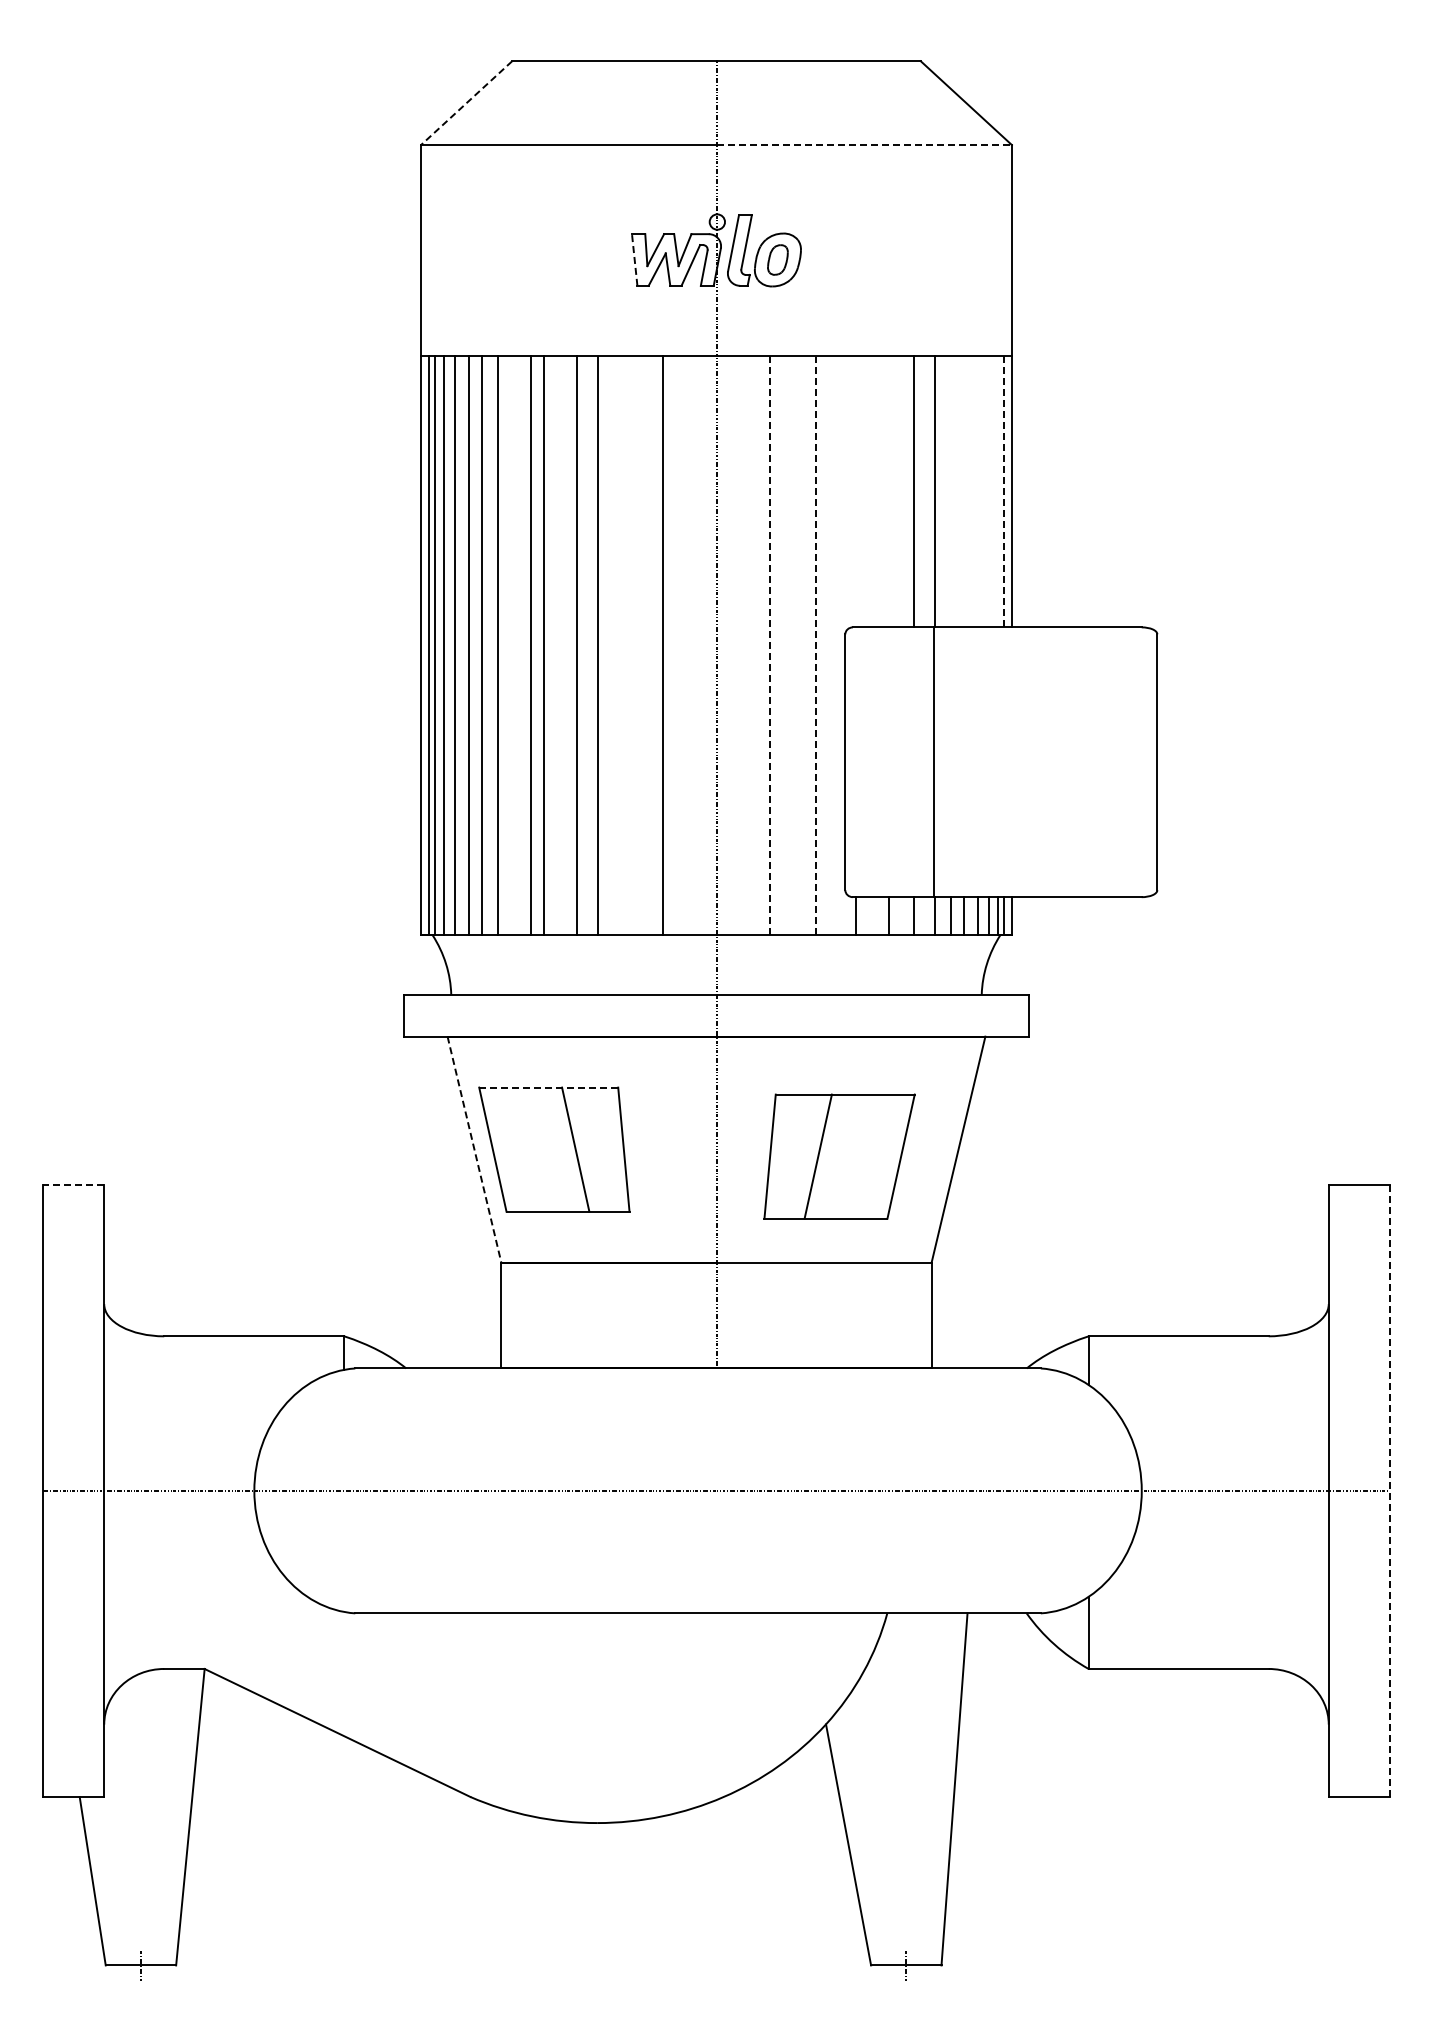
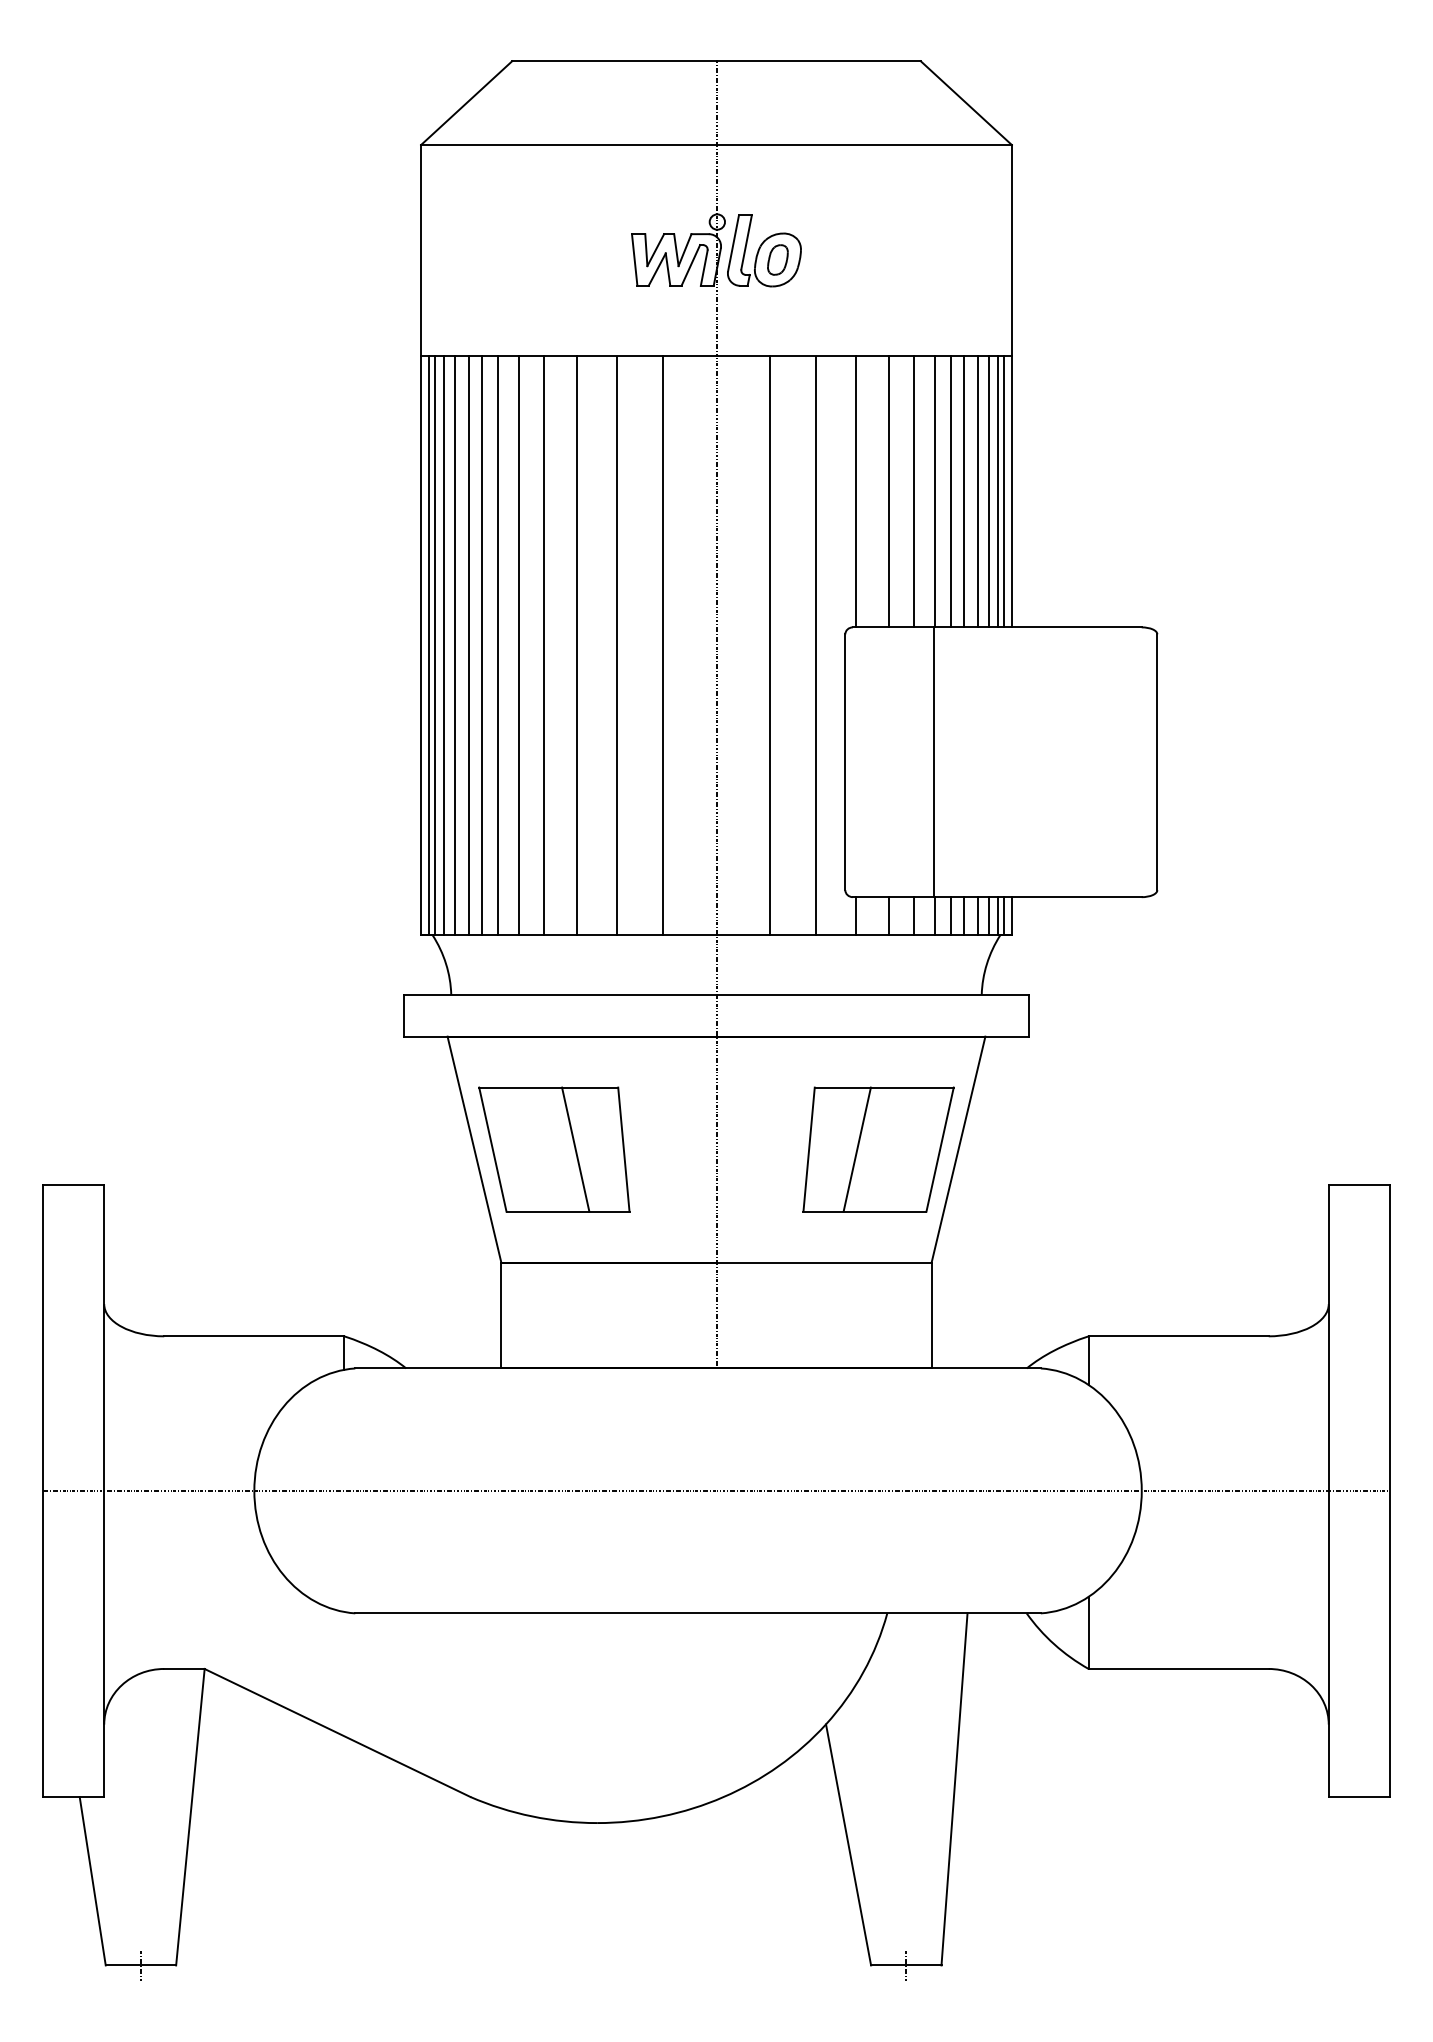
line at (466, 103): dashed -> solid
line at (864, 145): dashed -> solid
line at (634, 260): dashed -> solid
line at (856, 491): none -> present
line at (888, 491): none -> present
line at (951, 491): none -> present
line at (964, 491): none -> present
line at (978, 491): none -> present
line at (988, 491): none -> present
line at (998, 491): none -> present
line at (1004, 491): dashed -> solid
line at (530, 645) position: (530, 645) -> (518, 645)
line at (598, 645) position: (598, 645) -> (617, 645)
line at (770, 645): dashed -> solid
line at (815, 645): dashed -> solid
line at (549, 1087): dashed -> solid
line at (474, 1150): dashed -> solid
part at (839, 1156) position: (839, 1156) -> (878, 1149)
line at (73, 1184): dashed -> solid
line at (1390, 1491): dashed -> solid
